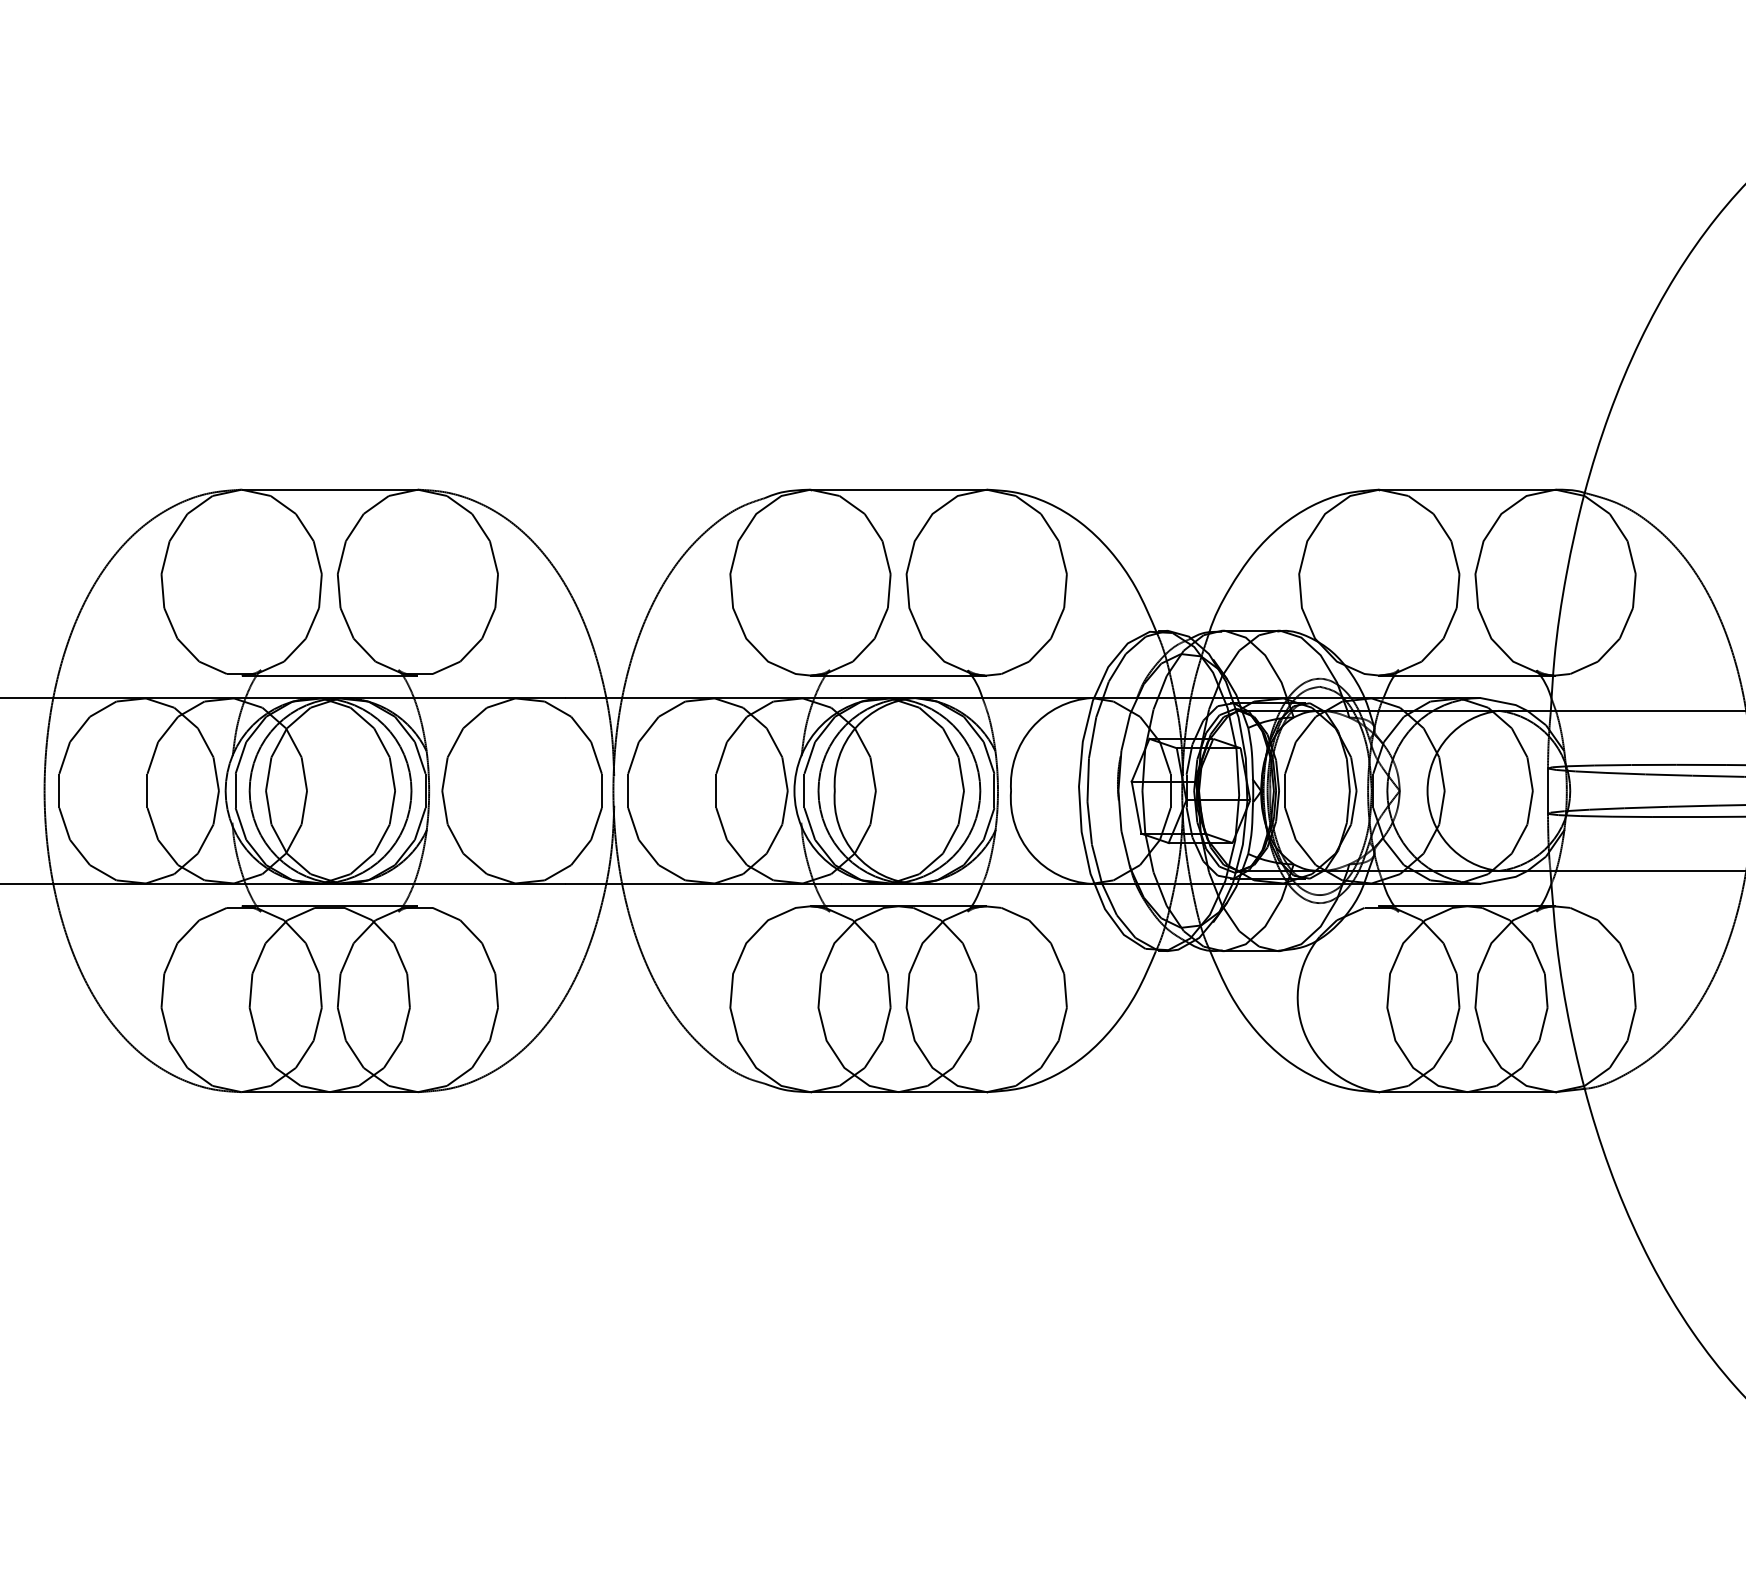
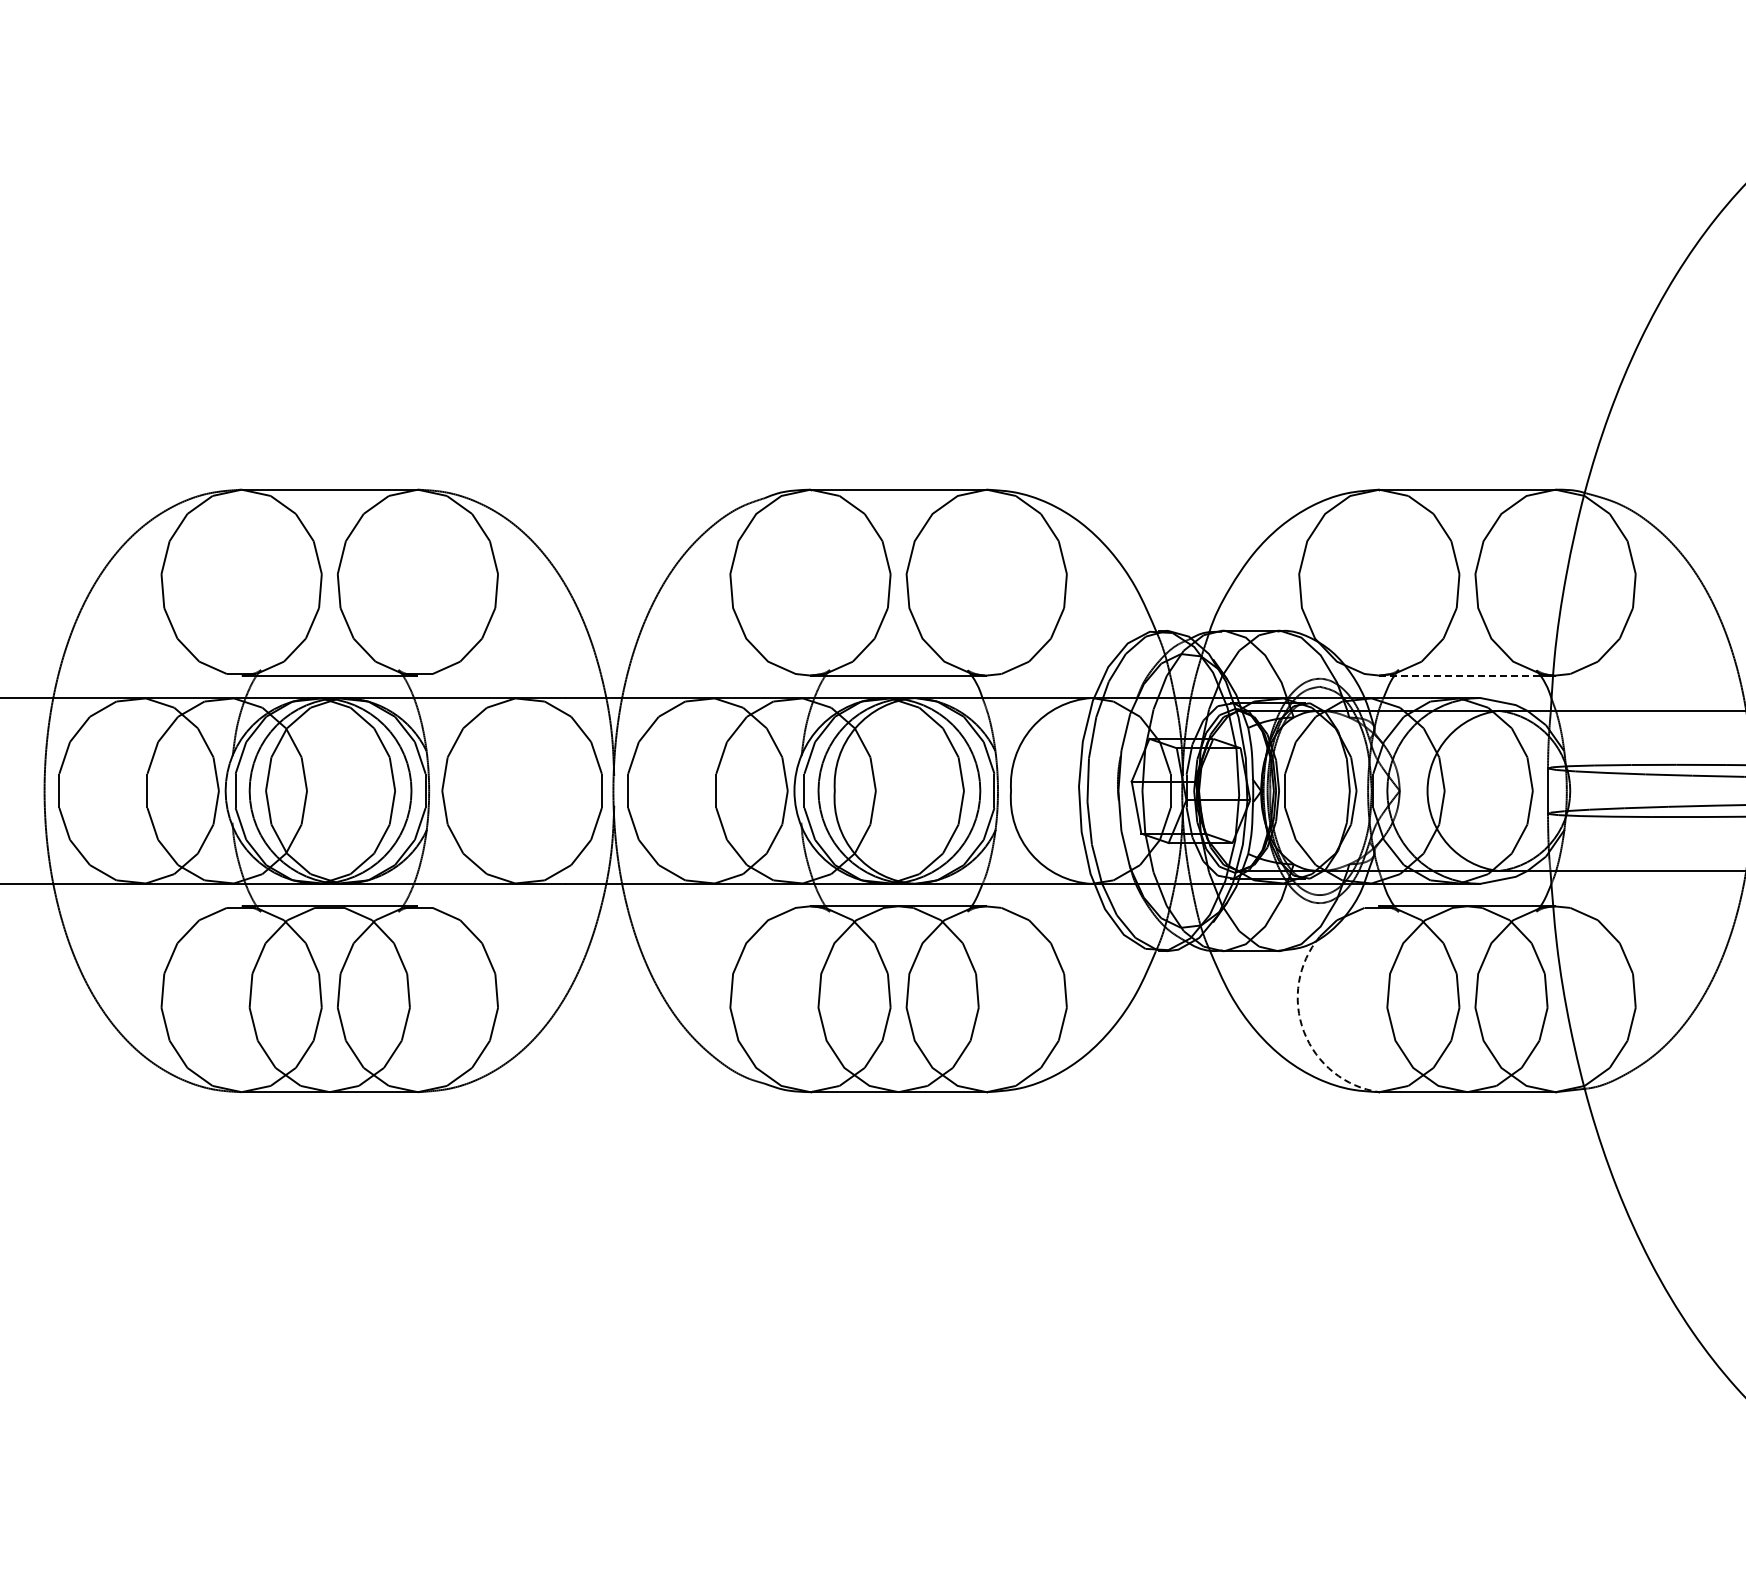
line at (1459, 675): solid -> dashed
arc at (1304, 1031): solid -> dashed
